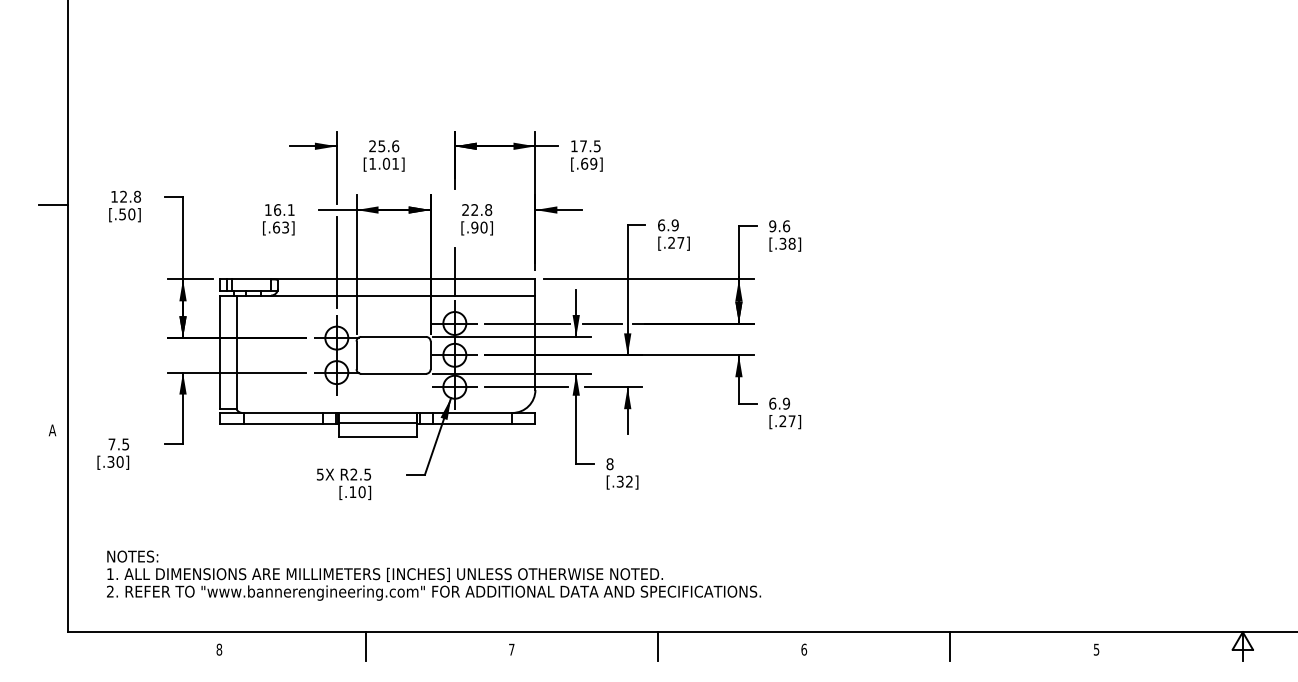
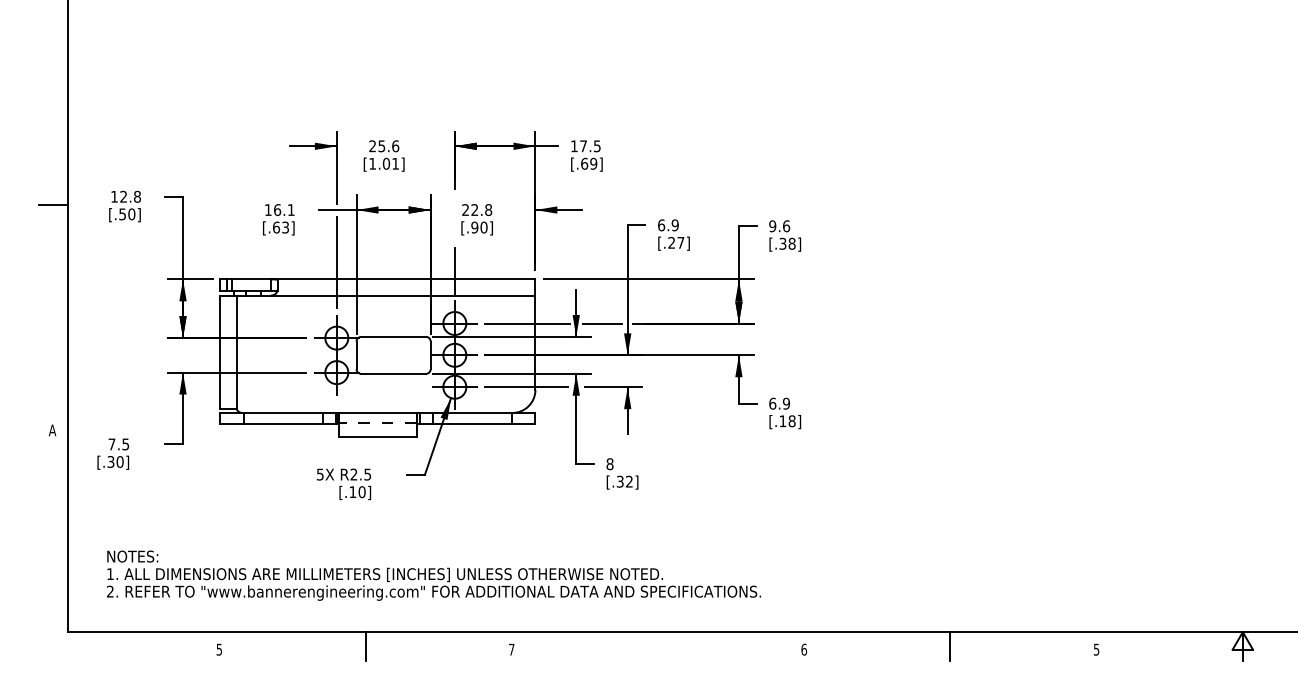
text at (787, 421): [.27] -> [.18]
line at (377, 423): solid -> dashed
line at (658, 646): present -> none
text at (219, 649): 8 -> 5
